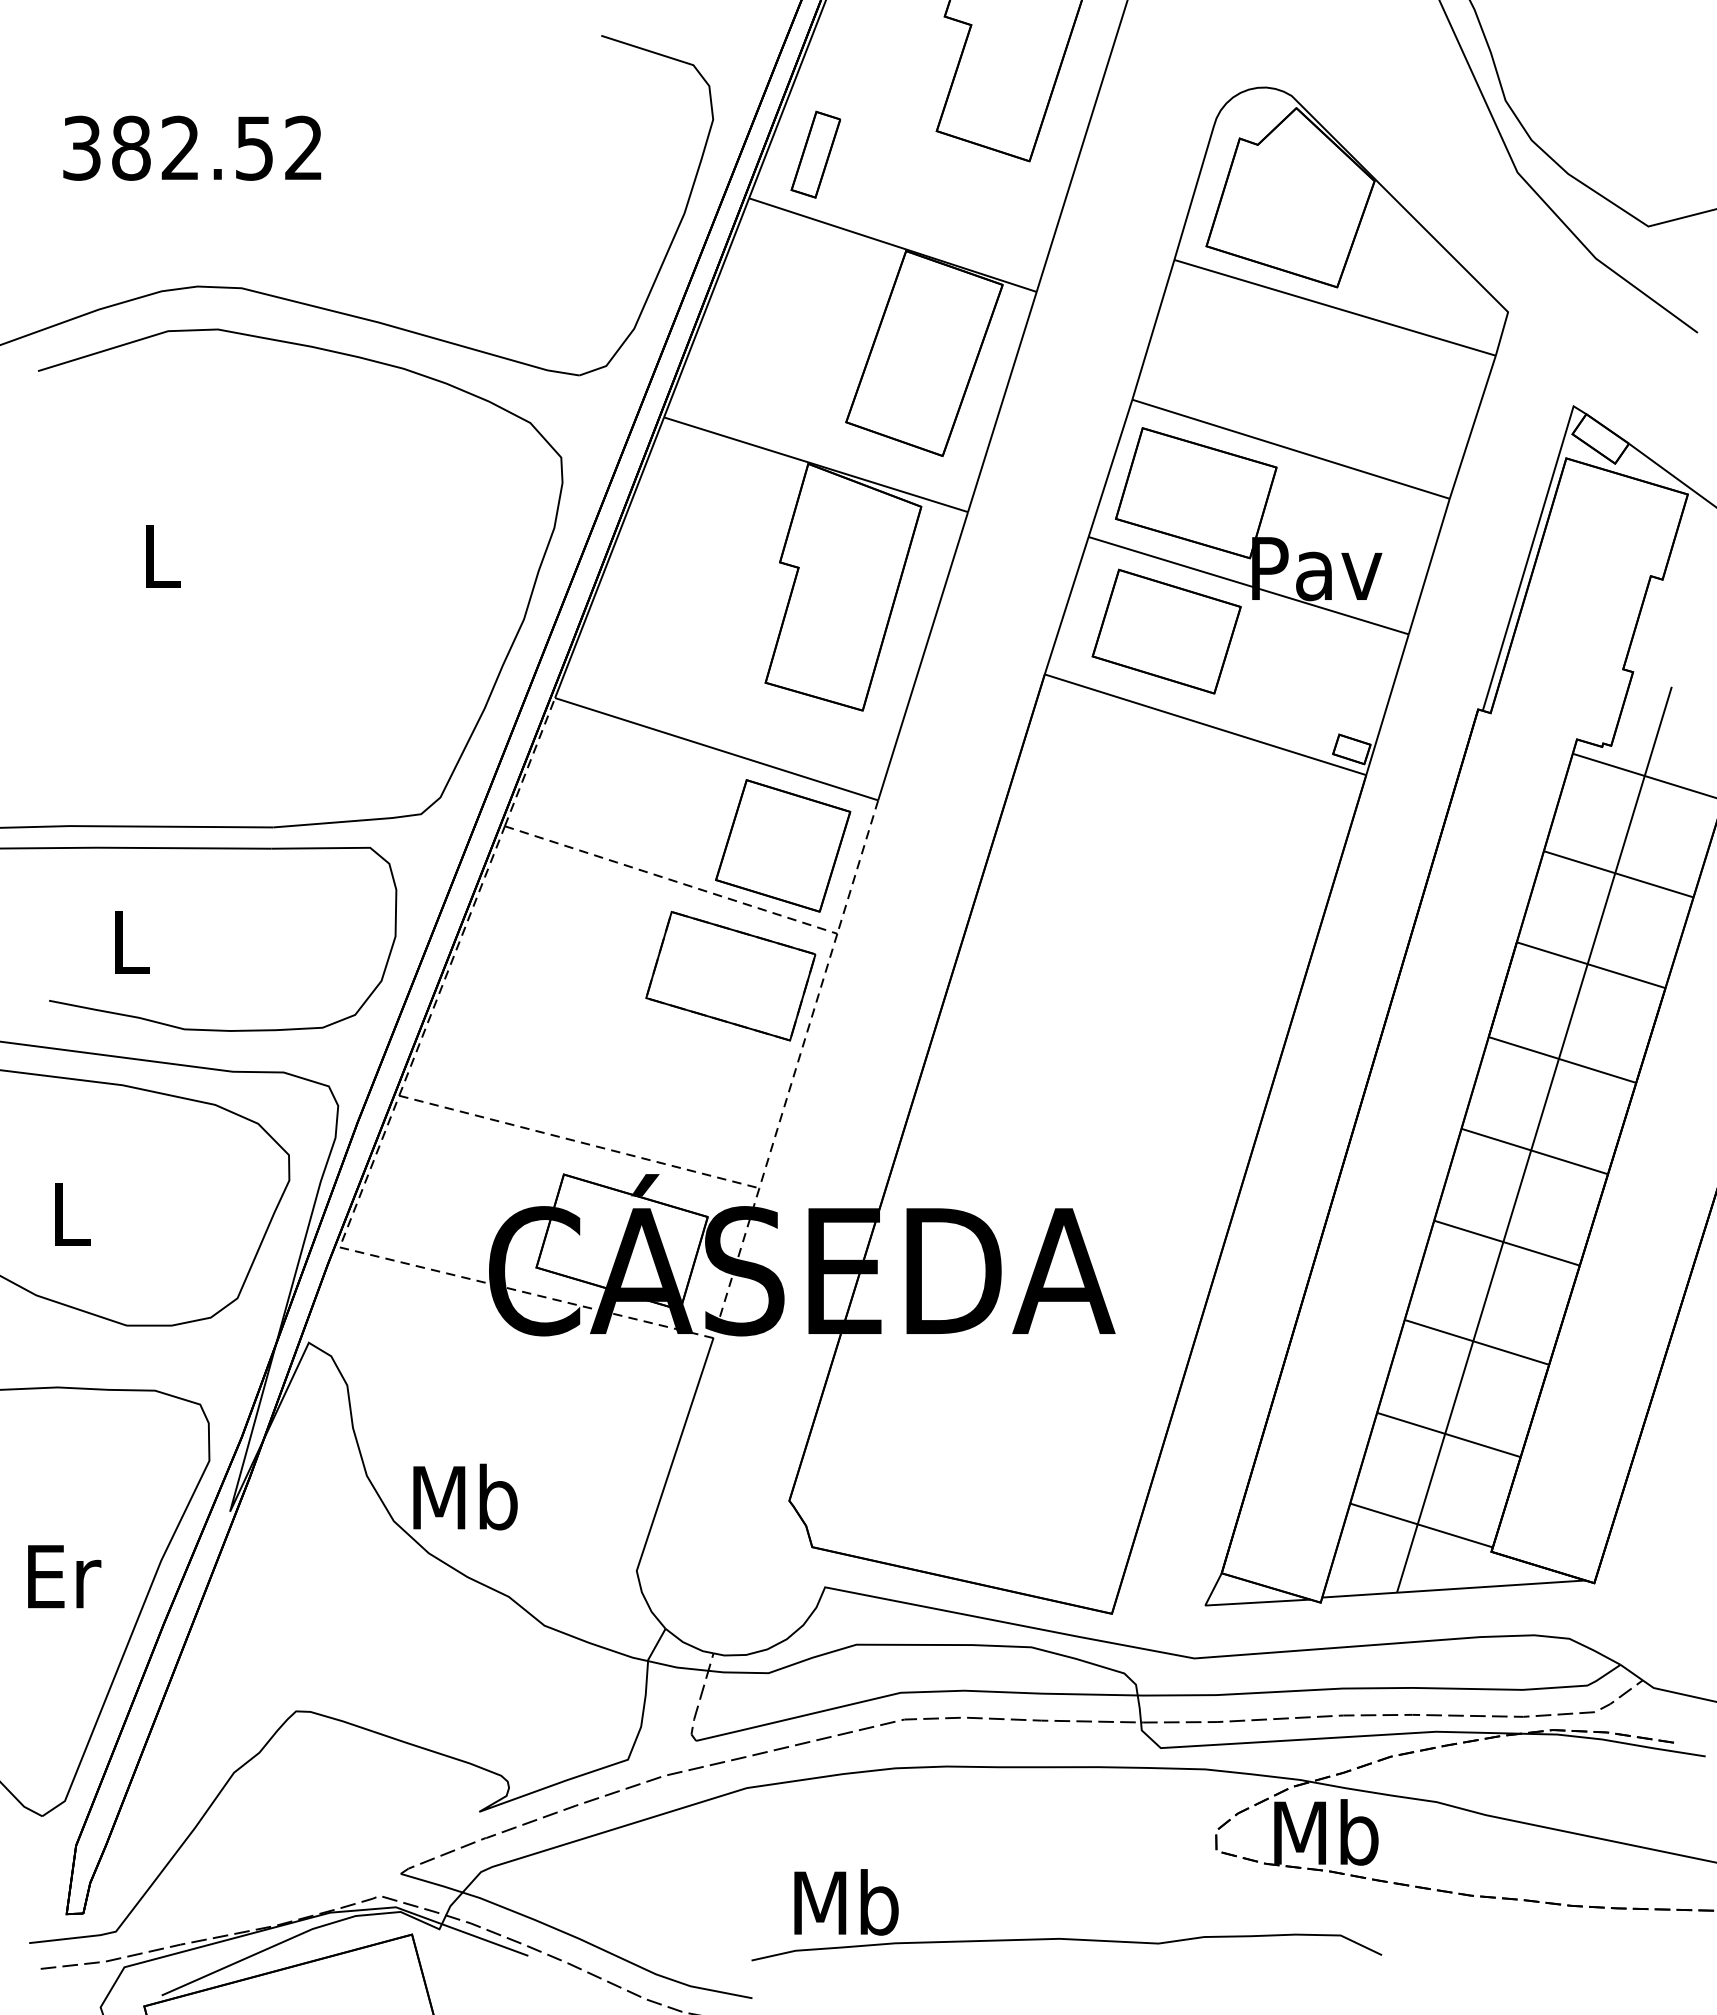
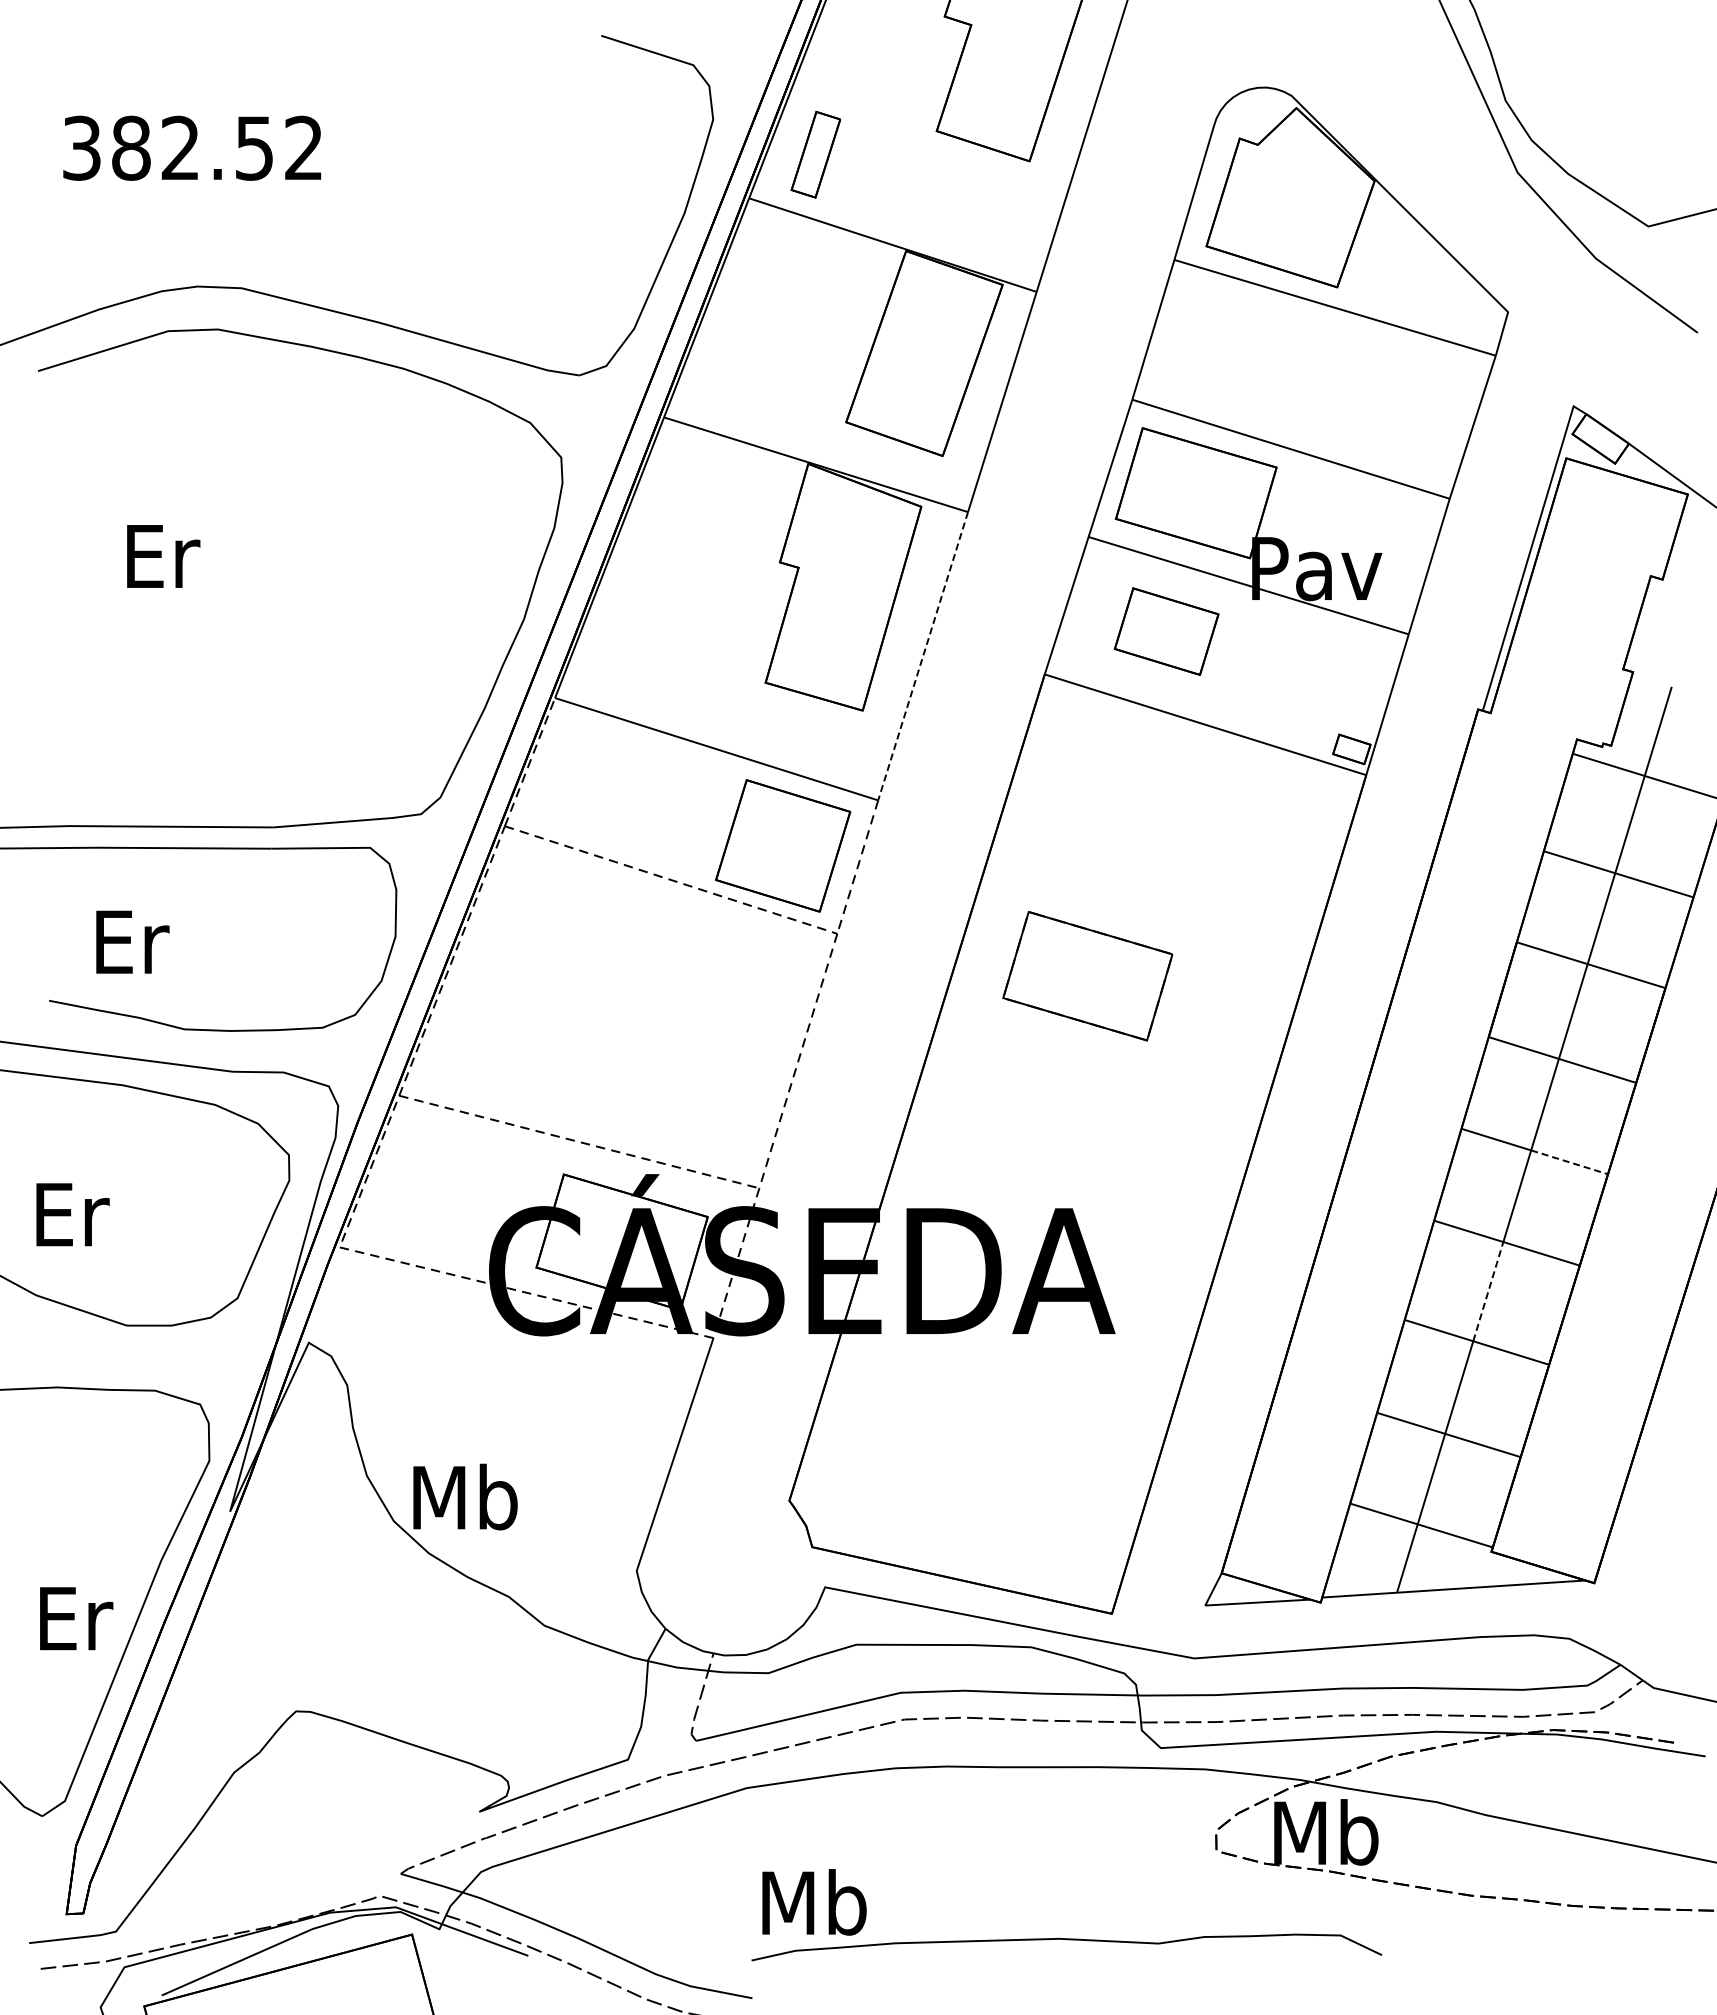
text at (163, 556): L -> Er
part at (1166, 631) size: 151x127 px -> 107x89 px
line at (923, 656): solid -> dashed
text at (132, 941): L -> Er
part at (730, 976) position: (730, 976) -> (1087, 976)
line at (1570, 1162): solid -> dashed
text at (72, 1214): L -> Er
line at (1488, 1291): solid -> dashed
text at (64, 1576) position: (64, 1576) -> (76, 1618)
text at (846, 1902) position: (846, 1902) -> (814, 1902)
